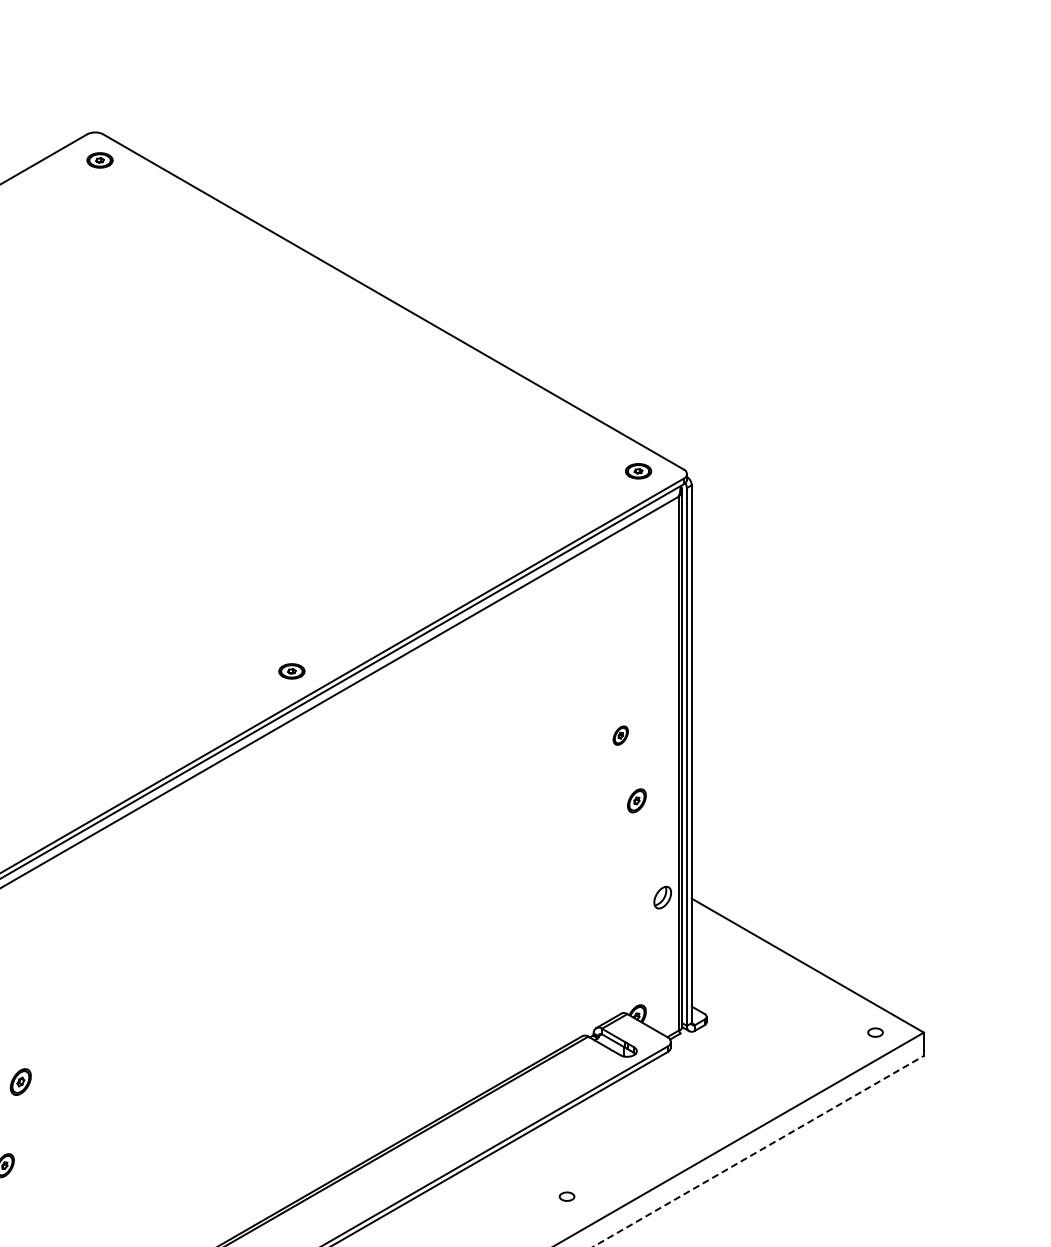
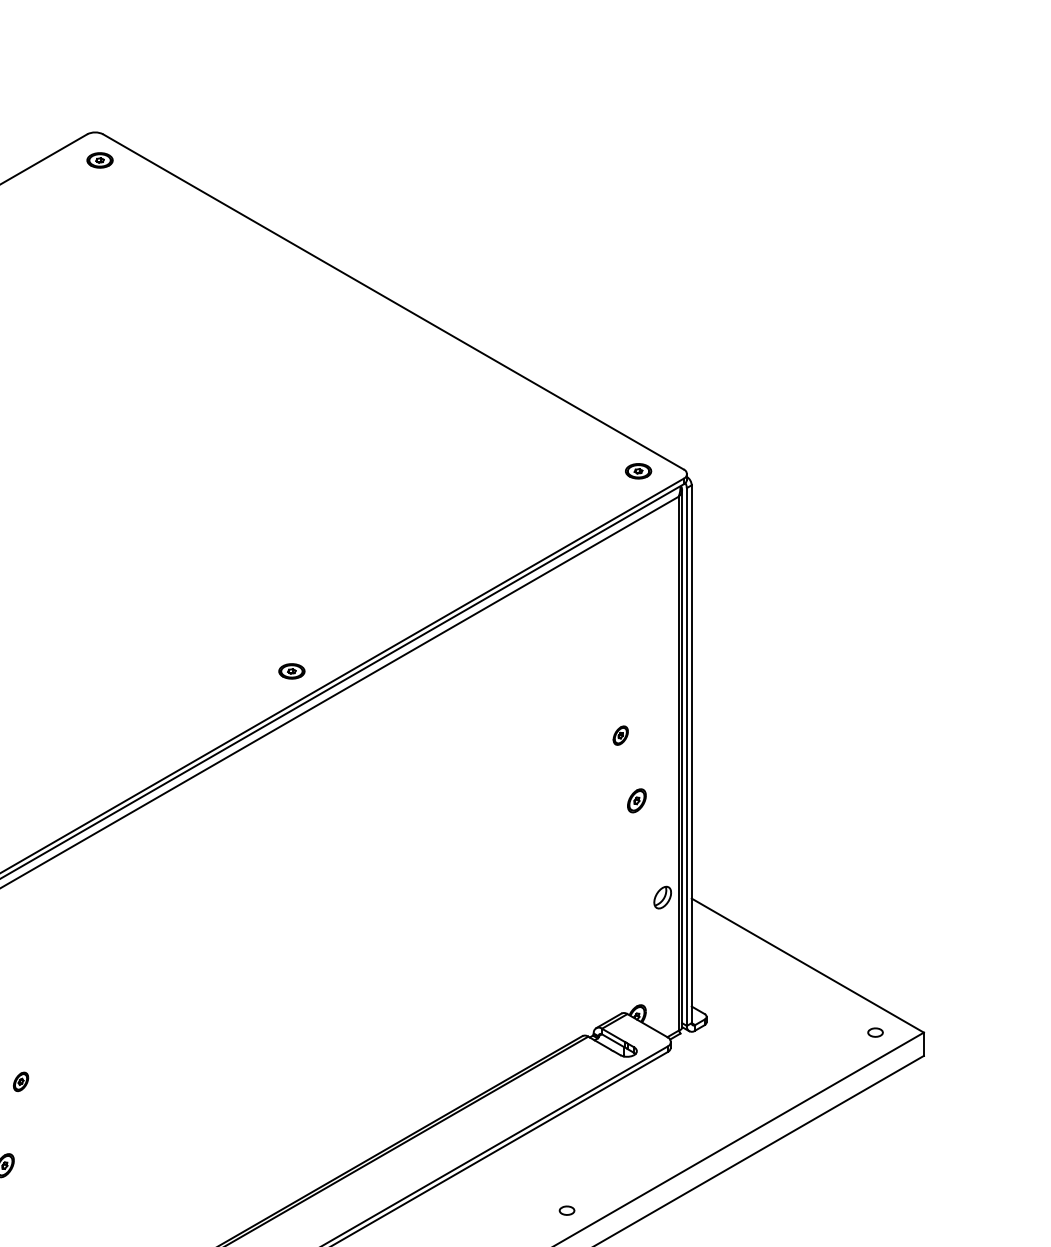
part at (20, 1081) size: 23x28 px -> 17x21 px
line at (758, 1151): dashed -> solid
part at (566, 1196) position: (566, 1196) -> (566, 1210)
